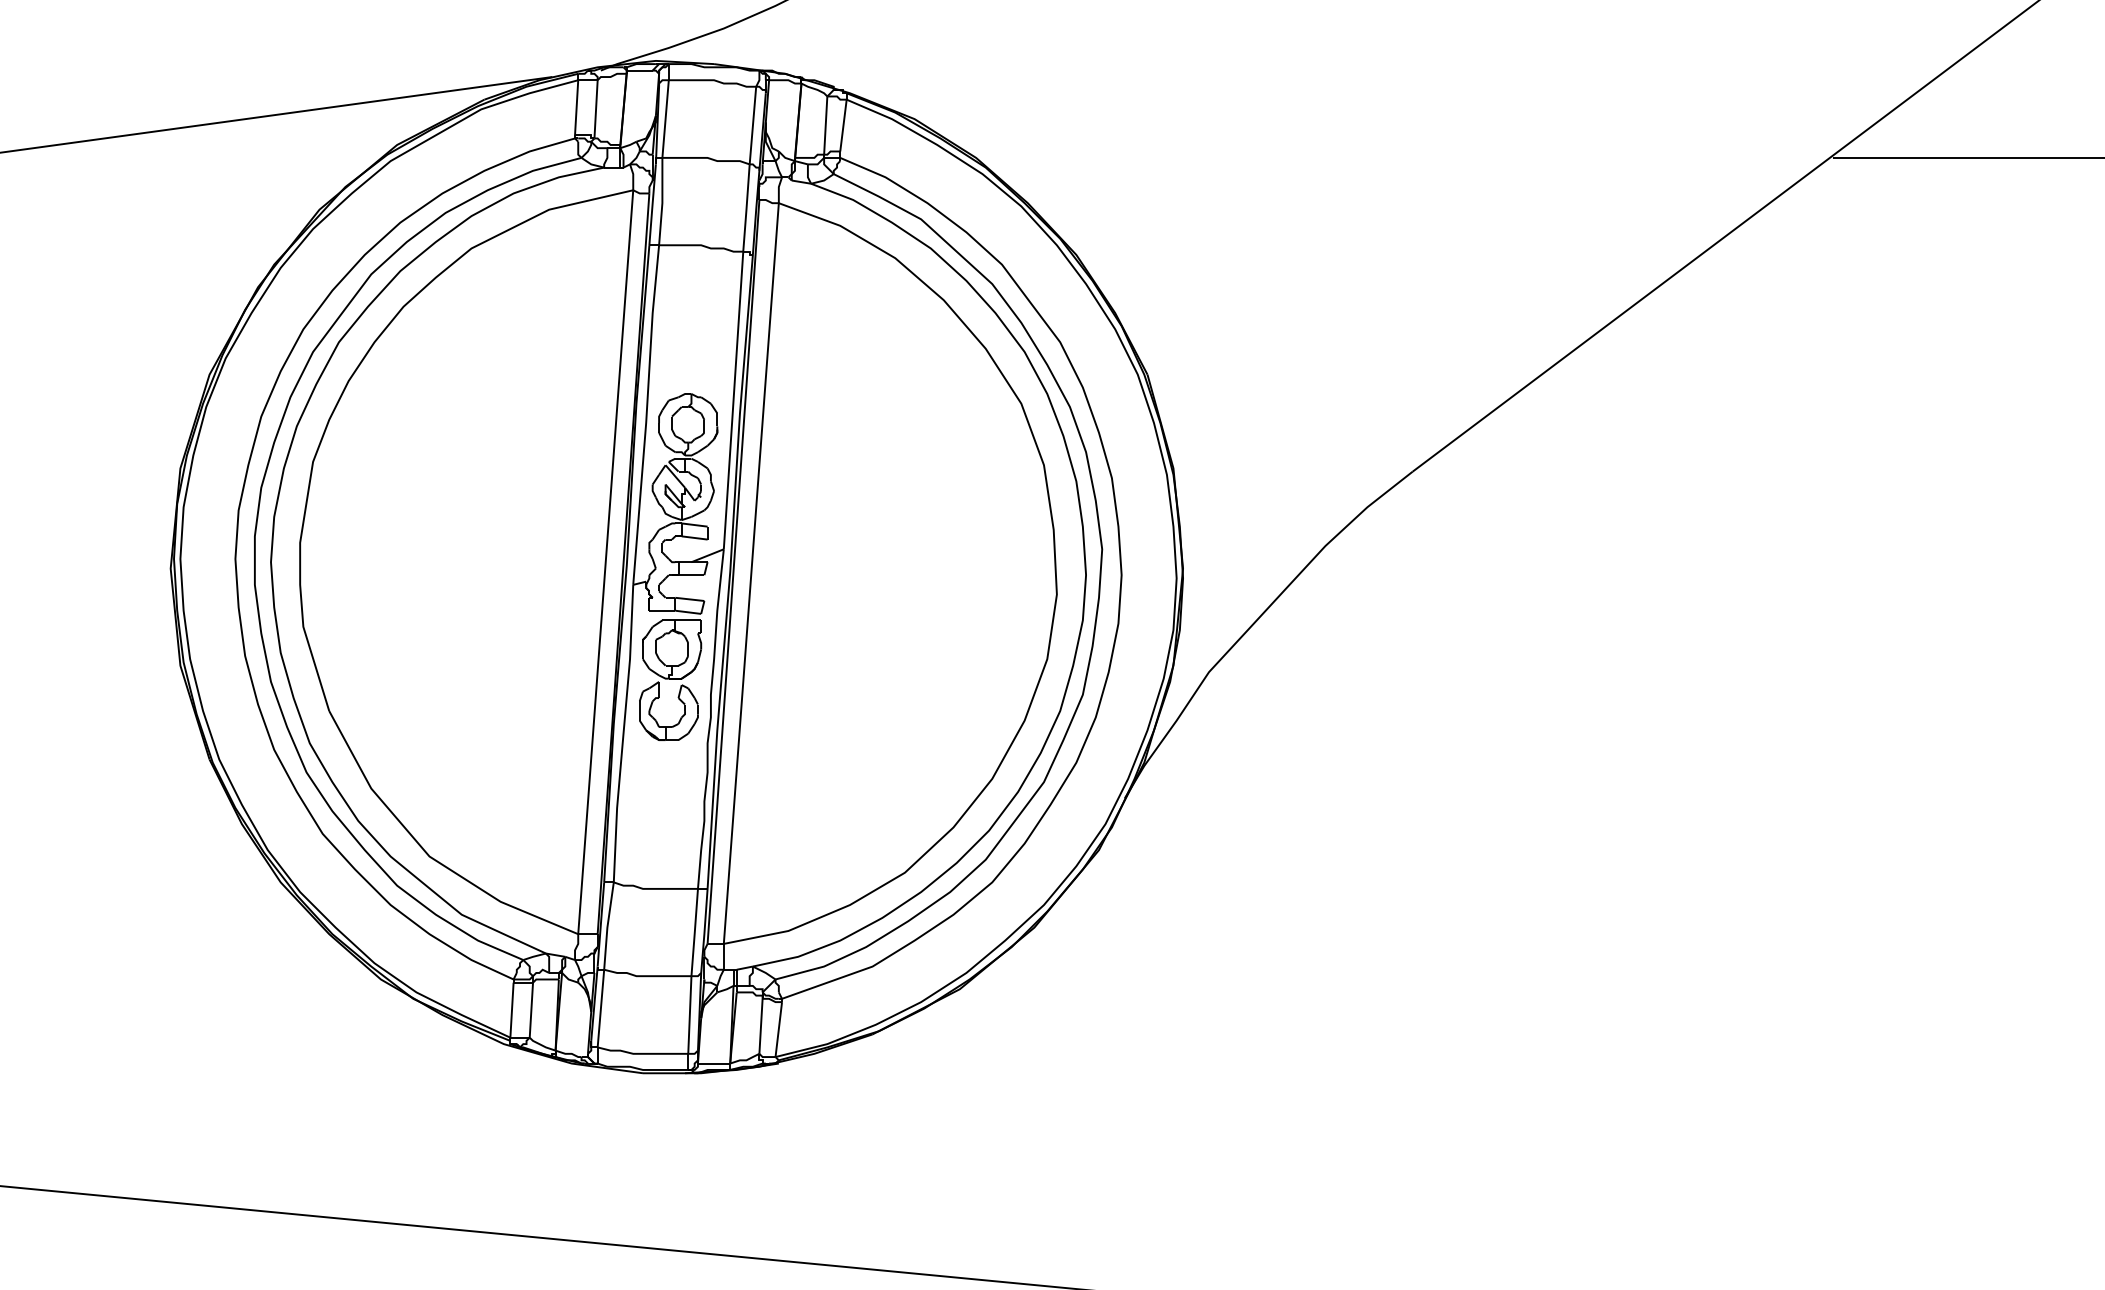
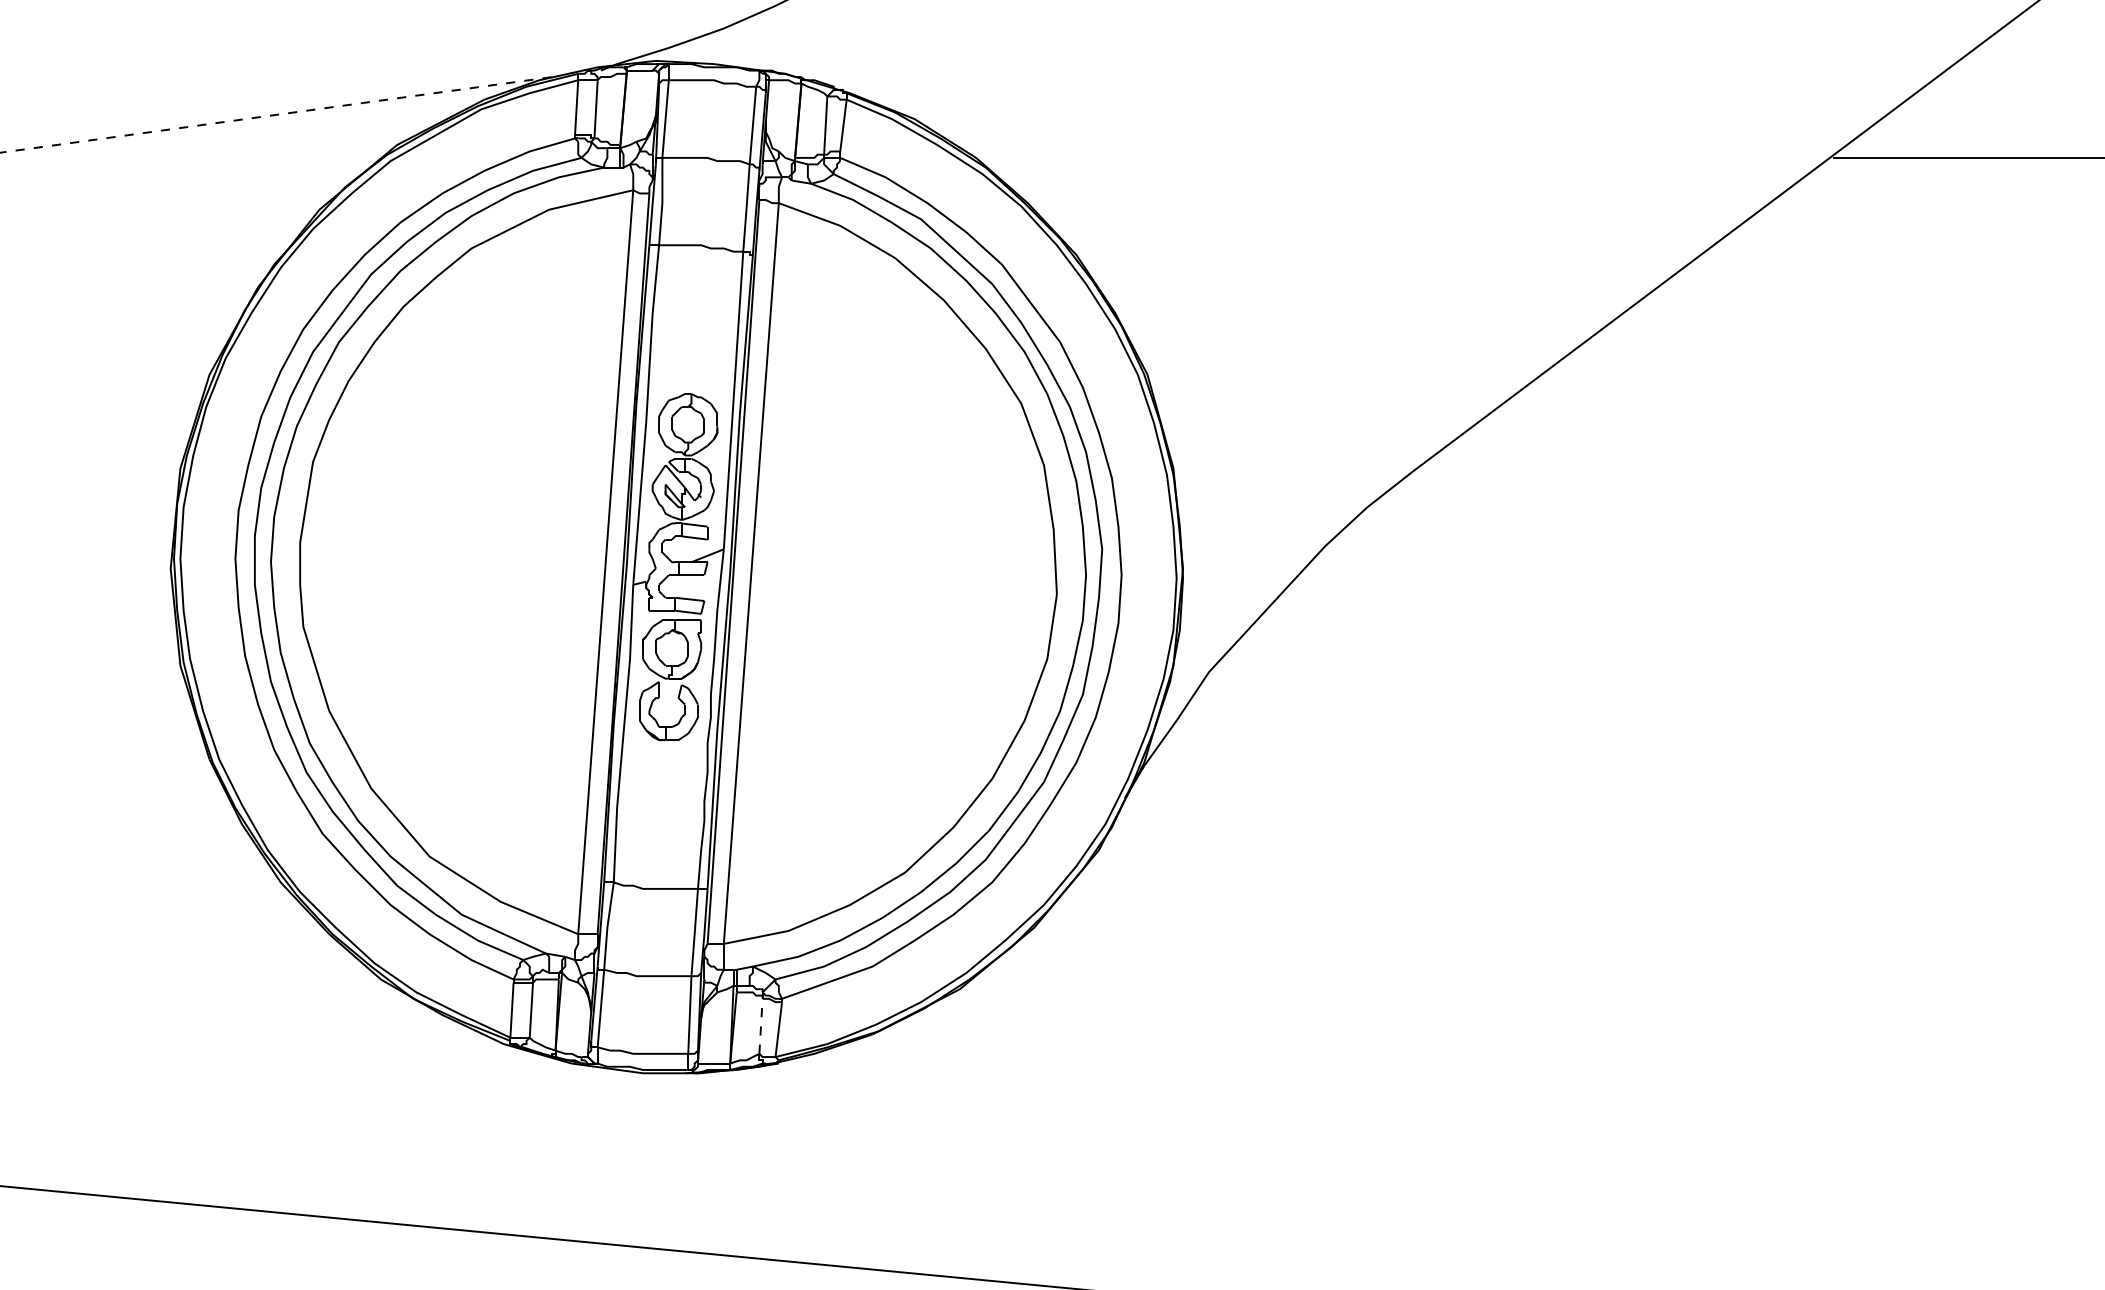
line at (276, 114): solid -> dashed
line at (761, 1026): solid -> dashed
